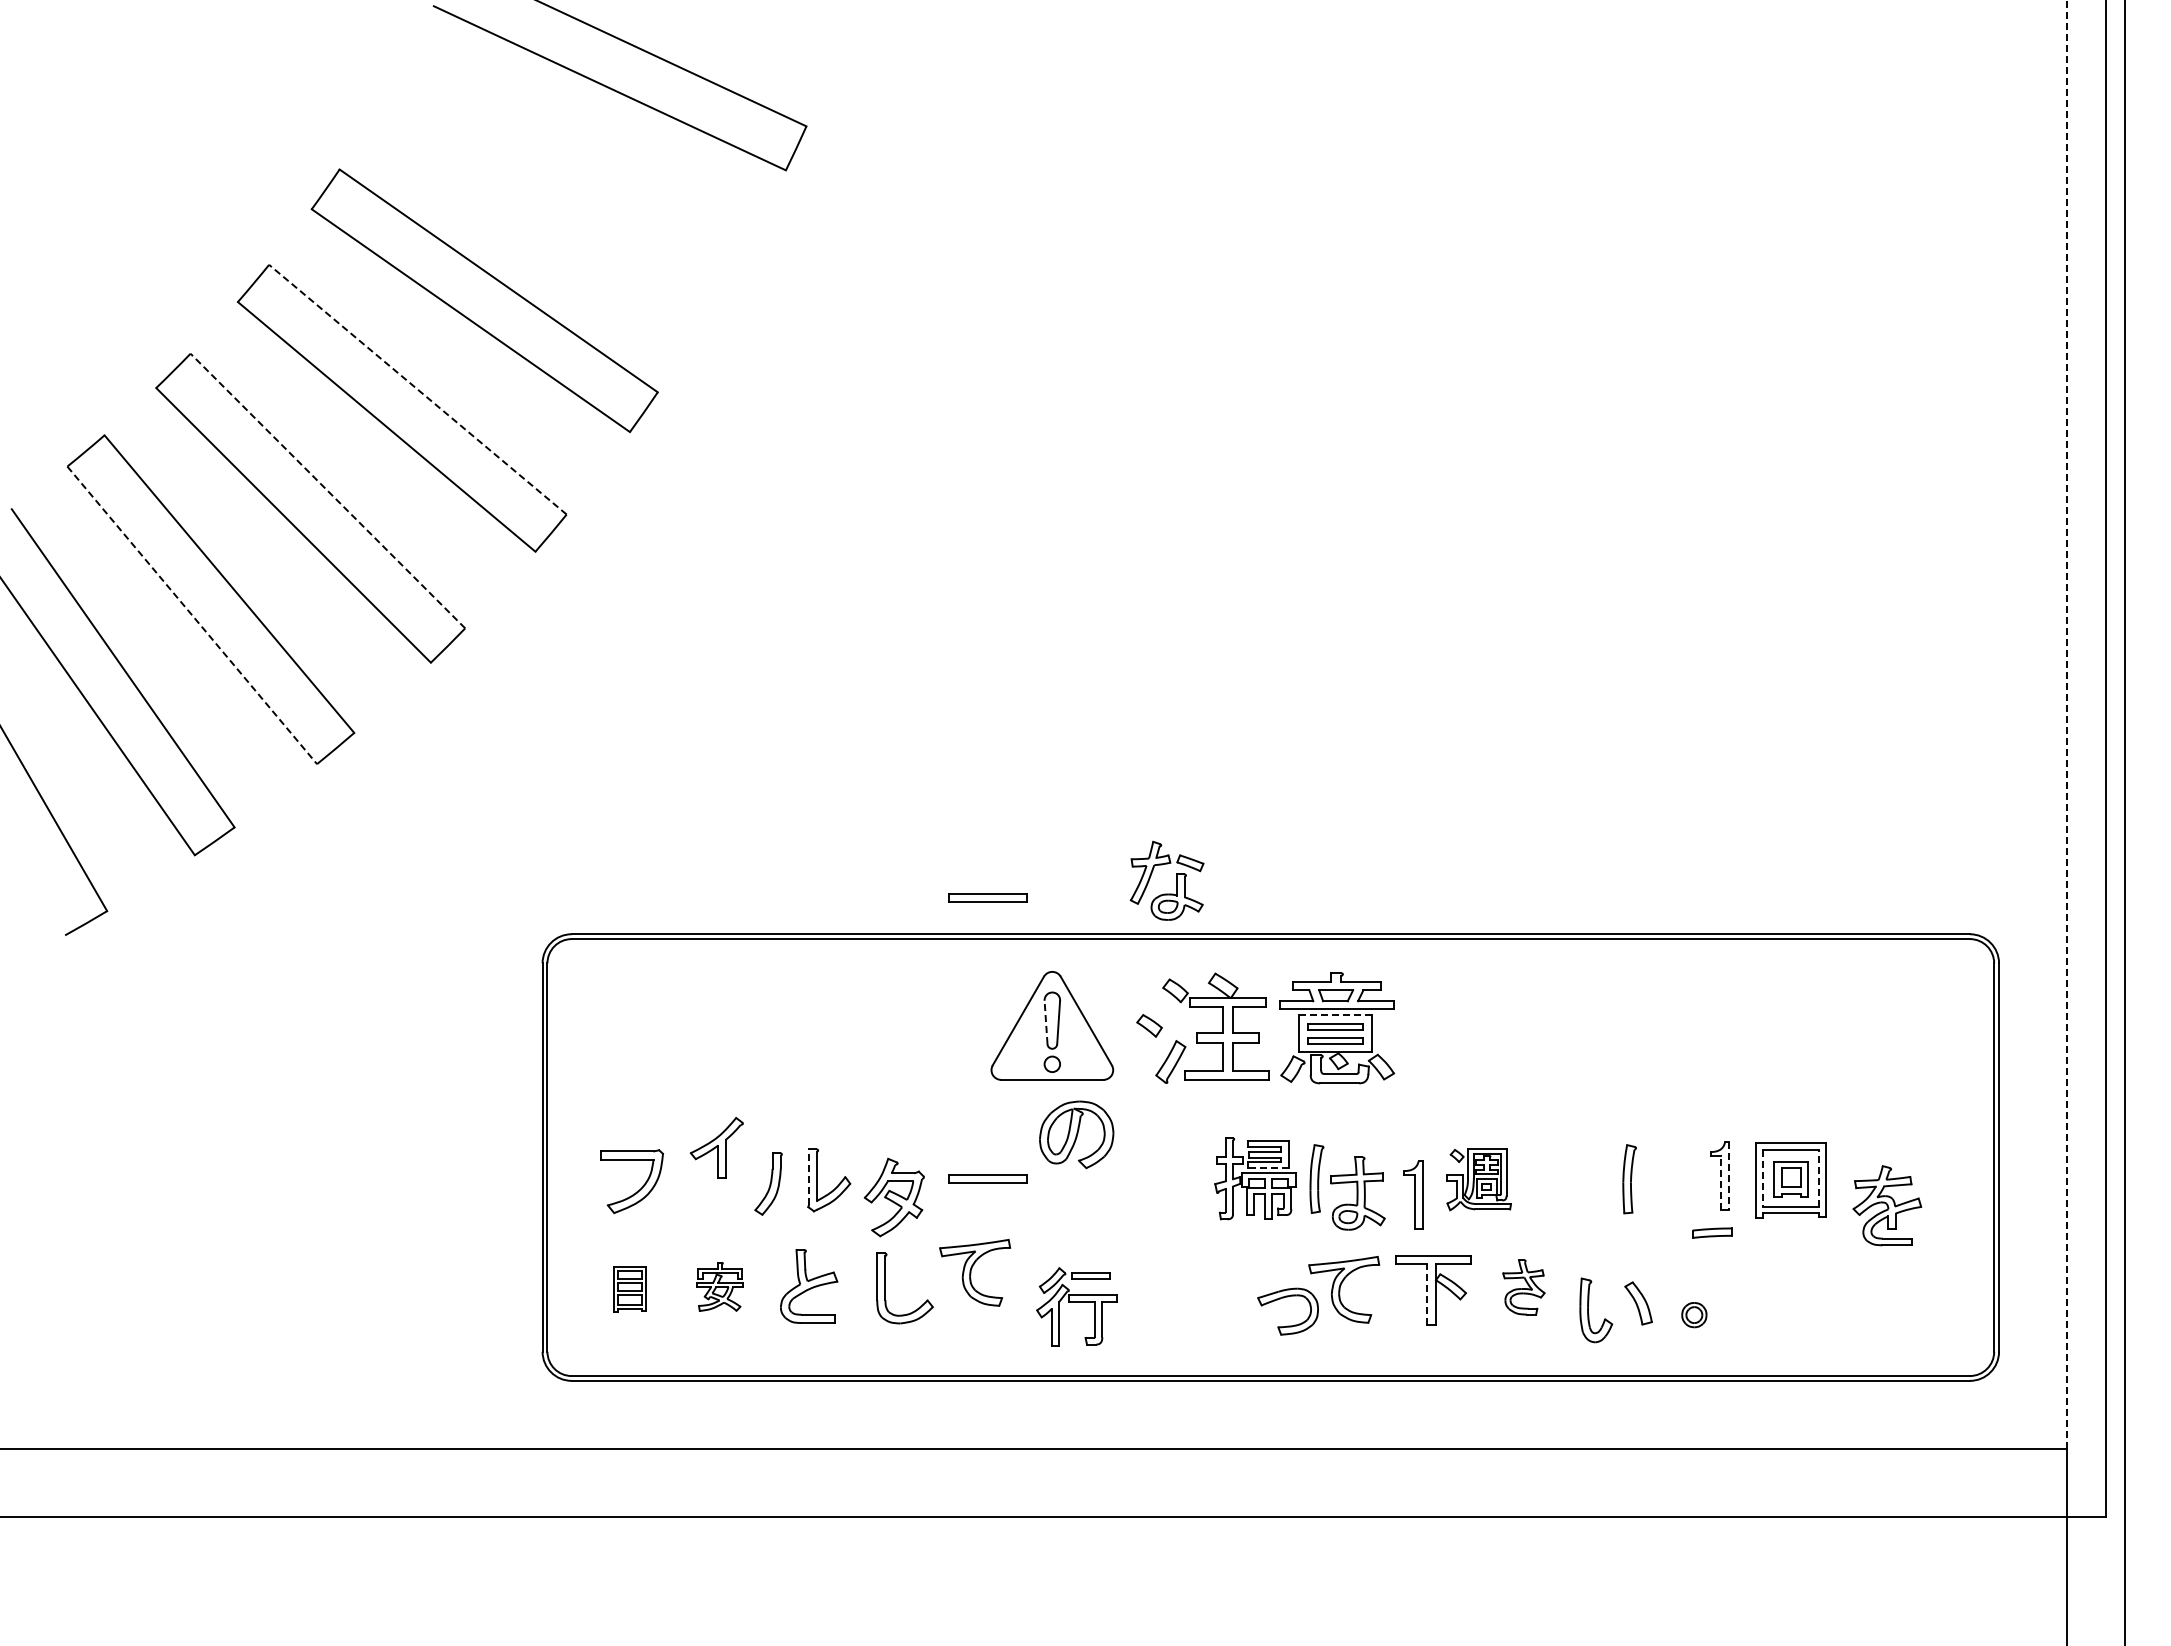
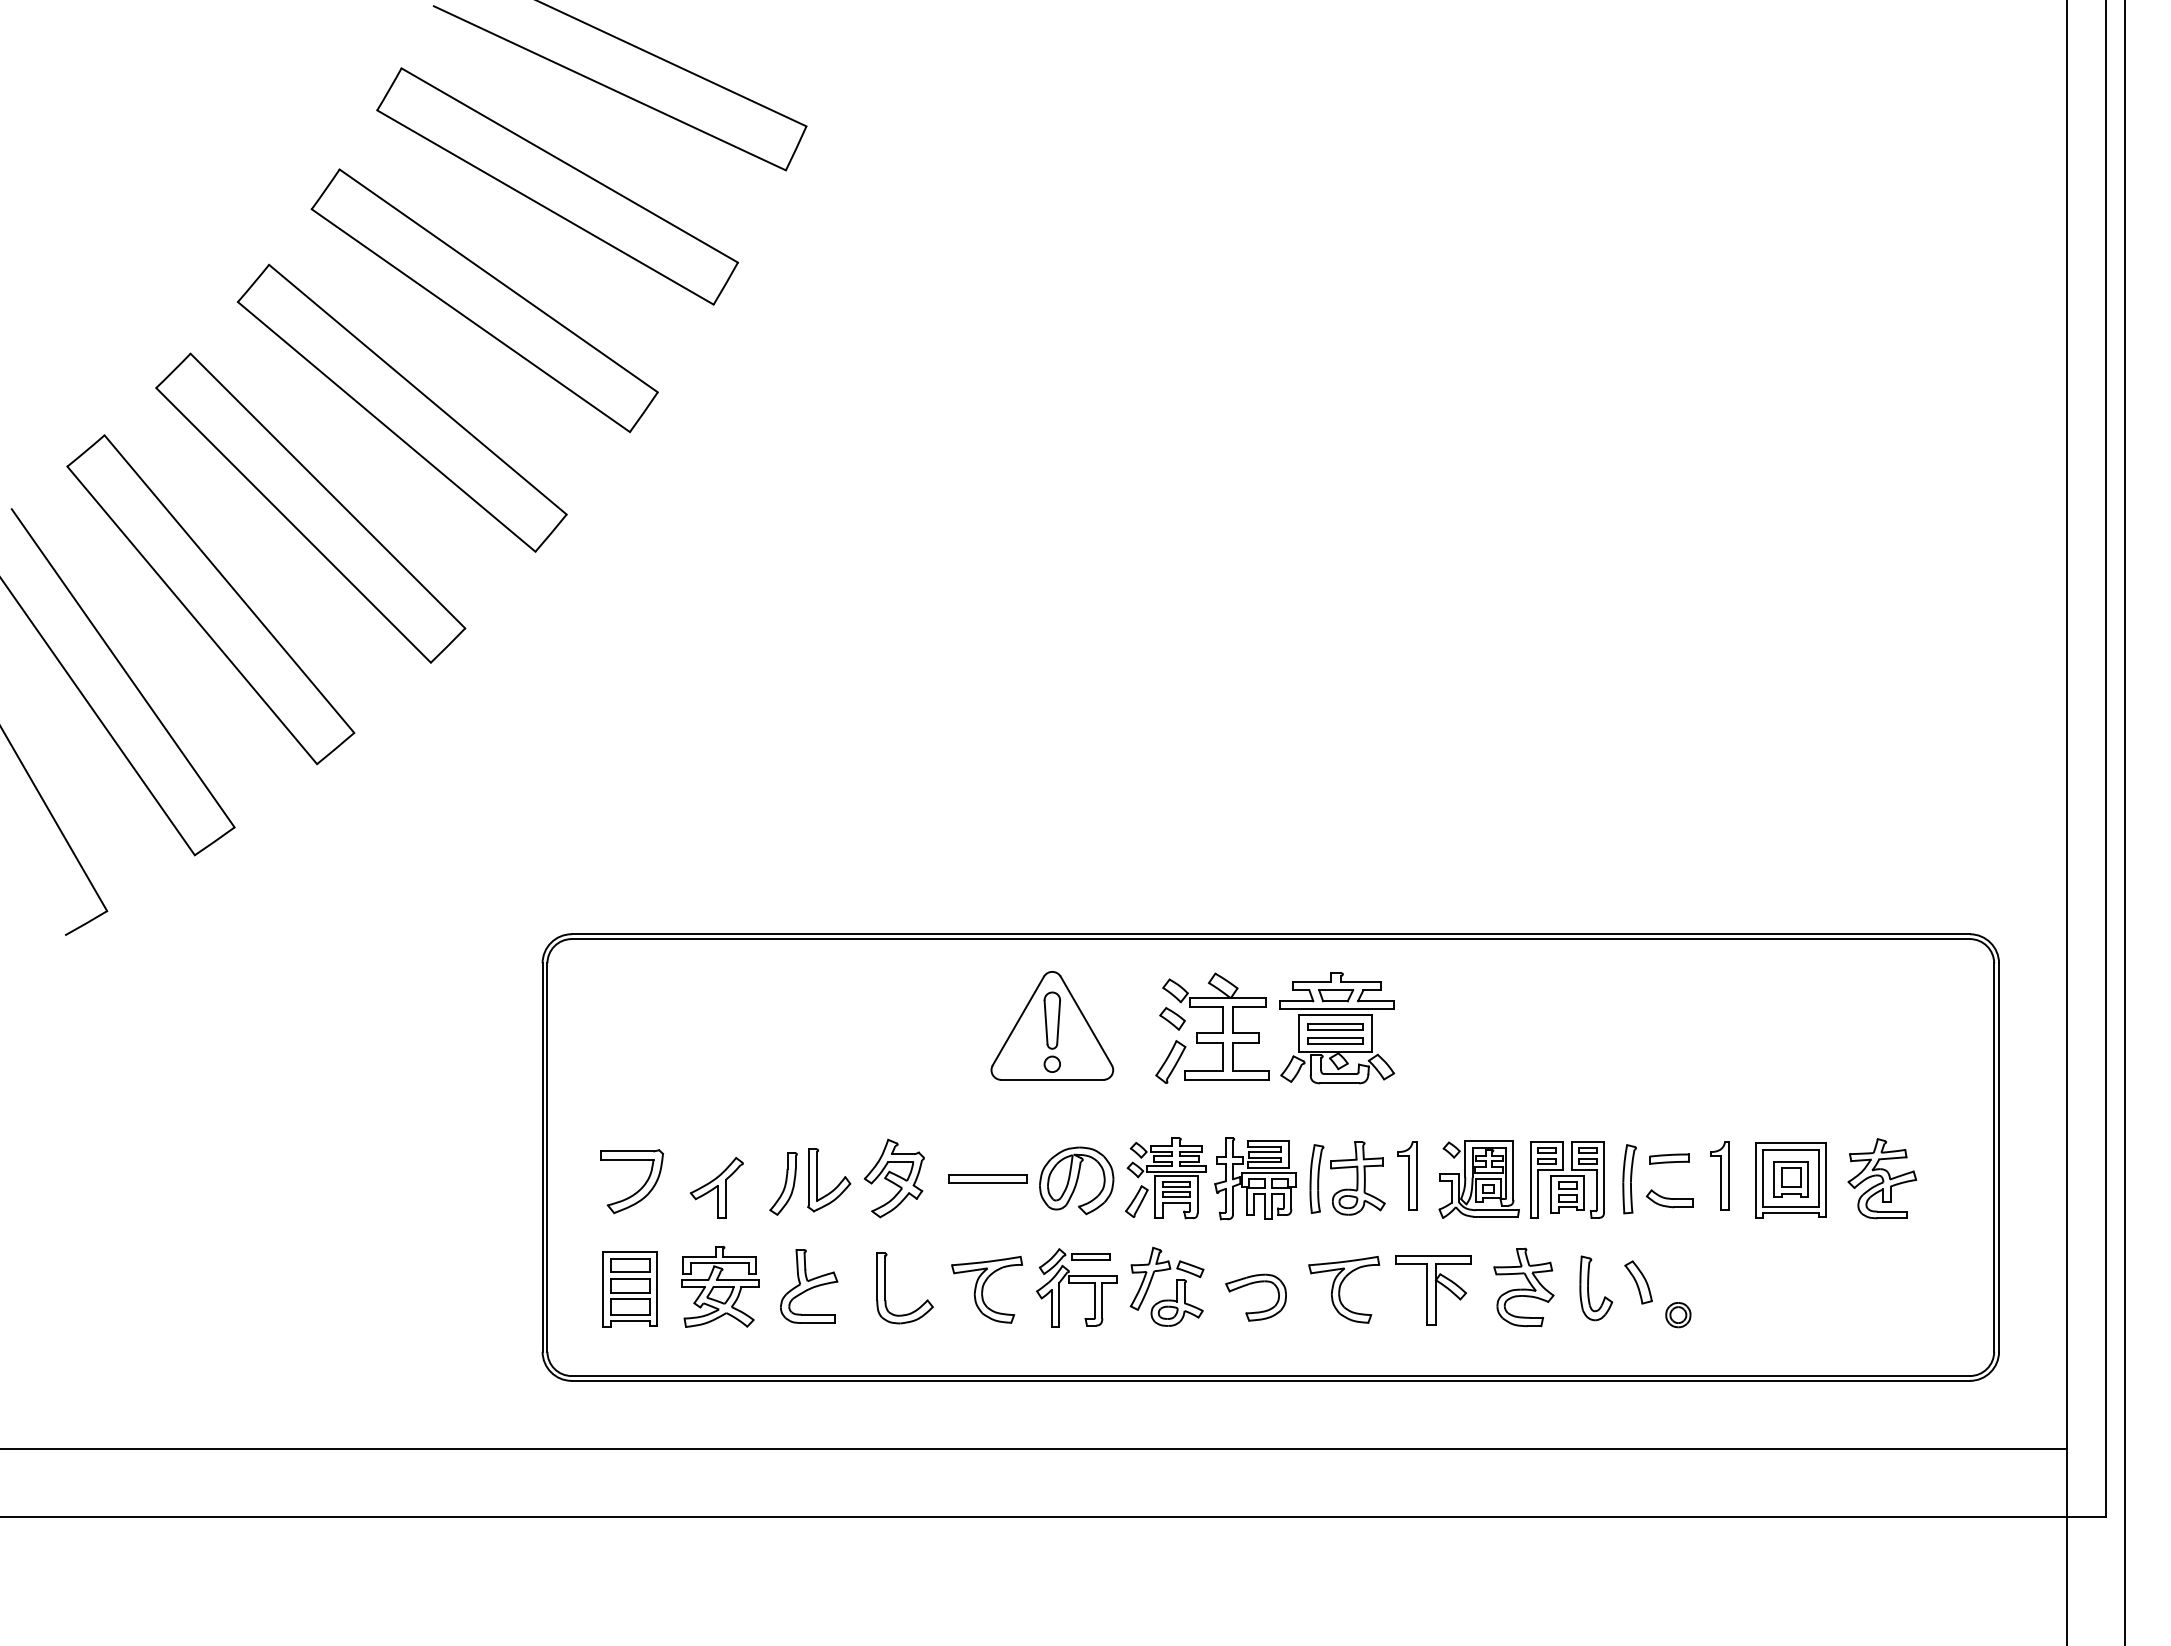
part at (557, 186): none -> present
line at (417, 389): dashed -> solid
line at (327, 490): dashed -> solid
line at (192, 615): dashed -> solid
line at (2067, 725): dashed -> solid
part at (1176, 880) position: (1176, 880) -> (1176, 1286)
part at (987, 897): present -> none
line at (1335, 1015): dashed -> solid
line at (1046, 1022): dashed -> solid
part at (1149, 1025) position: (1149, 1025) -> (1172, 1018)
part at (1076, 1134) position: (1076, 1134) -> (1076, 1180)
part at (716, 1147) position: (716, 1147) -> (716, 1187)
line at (1267, 1168): dashed -> solid
line at (808, 1176): dashed -> solid
line at (1729, 1176): dashed -> solid
line at (1818, 1177): dashed -> solid
part at (1165, 1178): none -> present
line at (1763, 1178): dashed -> solid
part at (1478, 1179) size: 66x64 px -> 82x79 px
part at (1567, 1179): none -> present
line at (1721, 1182): dashed -> solid
part at (768, 1183) position: (768, 1183) -> (783, 1183)
part at (1357, 1193) position: (1357, 1193) -> (1357, 1178)
part at (1413, 1194) position: (1413, 1194) -> (1407, 1175)
part at (893, 1197) position: (893, 1197) -> (893, 1178)
part at (1669, 1198): none -> present
part at (1887, 1205) position: (1887, 1205) -> (1882, 1178)
part at (1712, 1232) position: (1712, 1232) -> (1669, 1158)
part at (975, 1272) position: (975, 1272) -> (987, 1289)
part at (719, 1286) size: 48x50 px -> 79x82 px
part at (1523, 1287) size: 44x57 px -> 62x81 px
part at (629, 1289) size: 34x47 px -> 56x77 px
line at (1427, 1293): dashed -> solid
part at (1283, 1298) position: (1283, 1298) -> (1251, 1284)
part at (1638, 1303) position: (1638, 1303) -> (1638, 1282)
part at (1076, 1306) position: (1076, 1306) -> (1076, 1287)
part at (1588, 1310) position: (1588, 1310) -> (1588, 1288)
part at (1694, 1315) position: (1694, 1315) -> (1678, 1315)
